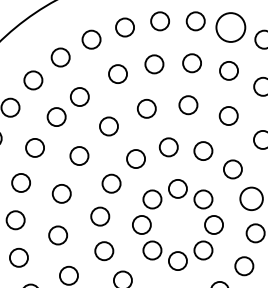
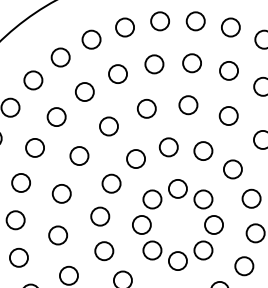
circle at (230, 27) diameter: 29 px -> 18 px
circle at (79, 96) position: (79, 96) -> (84, 91)
circle at (251, 198) size: 25x25 px -> 21x21 px
